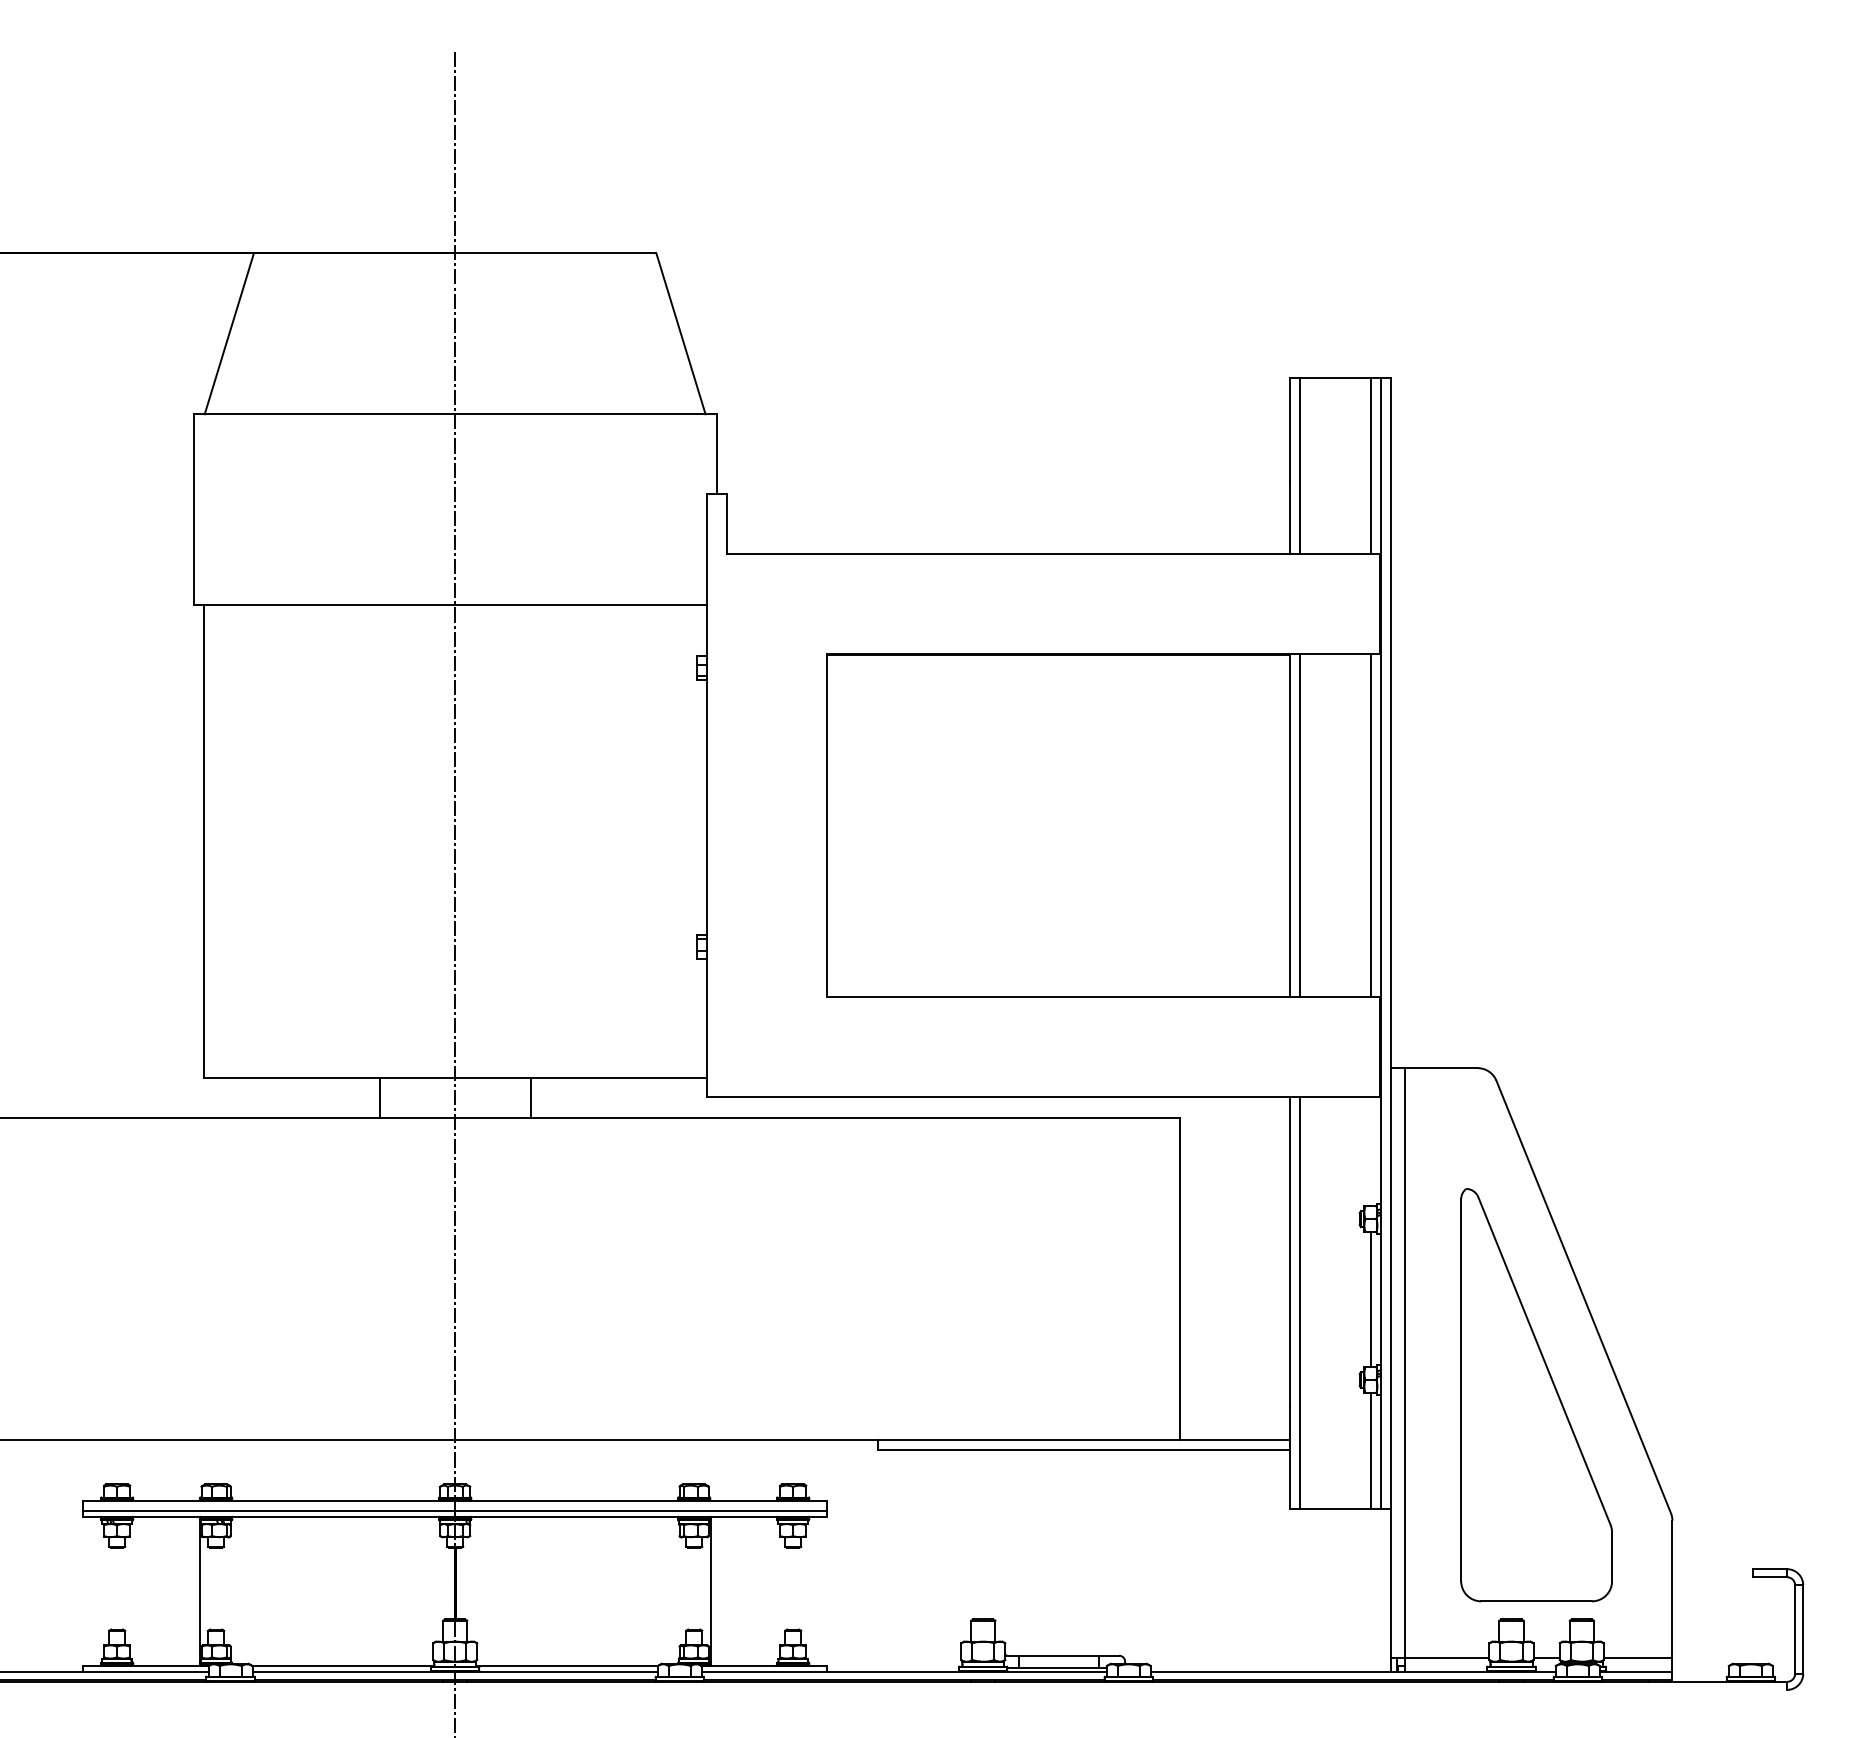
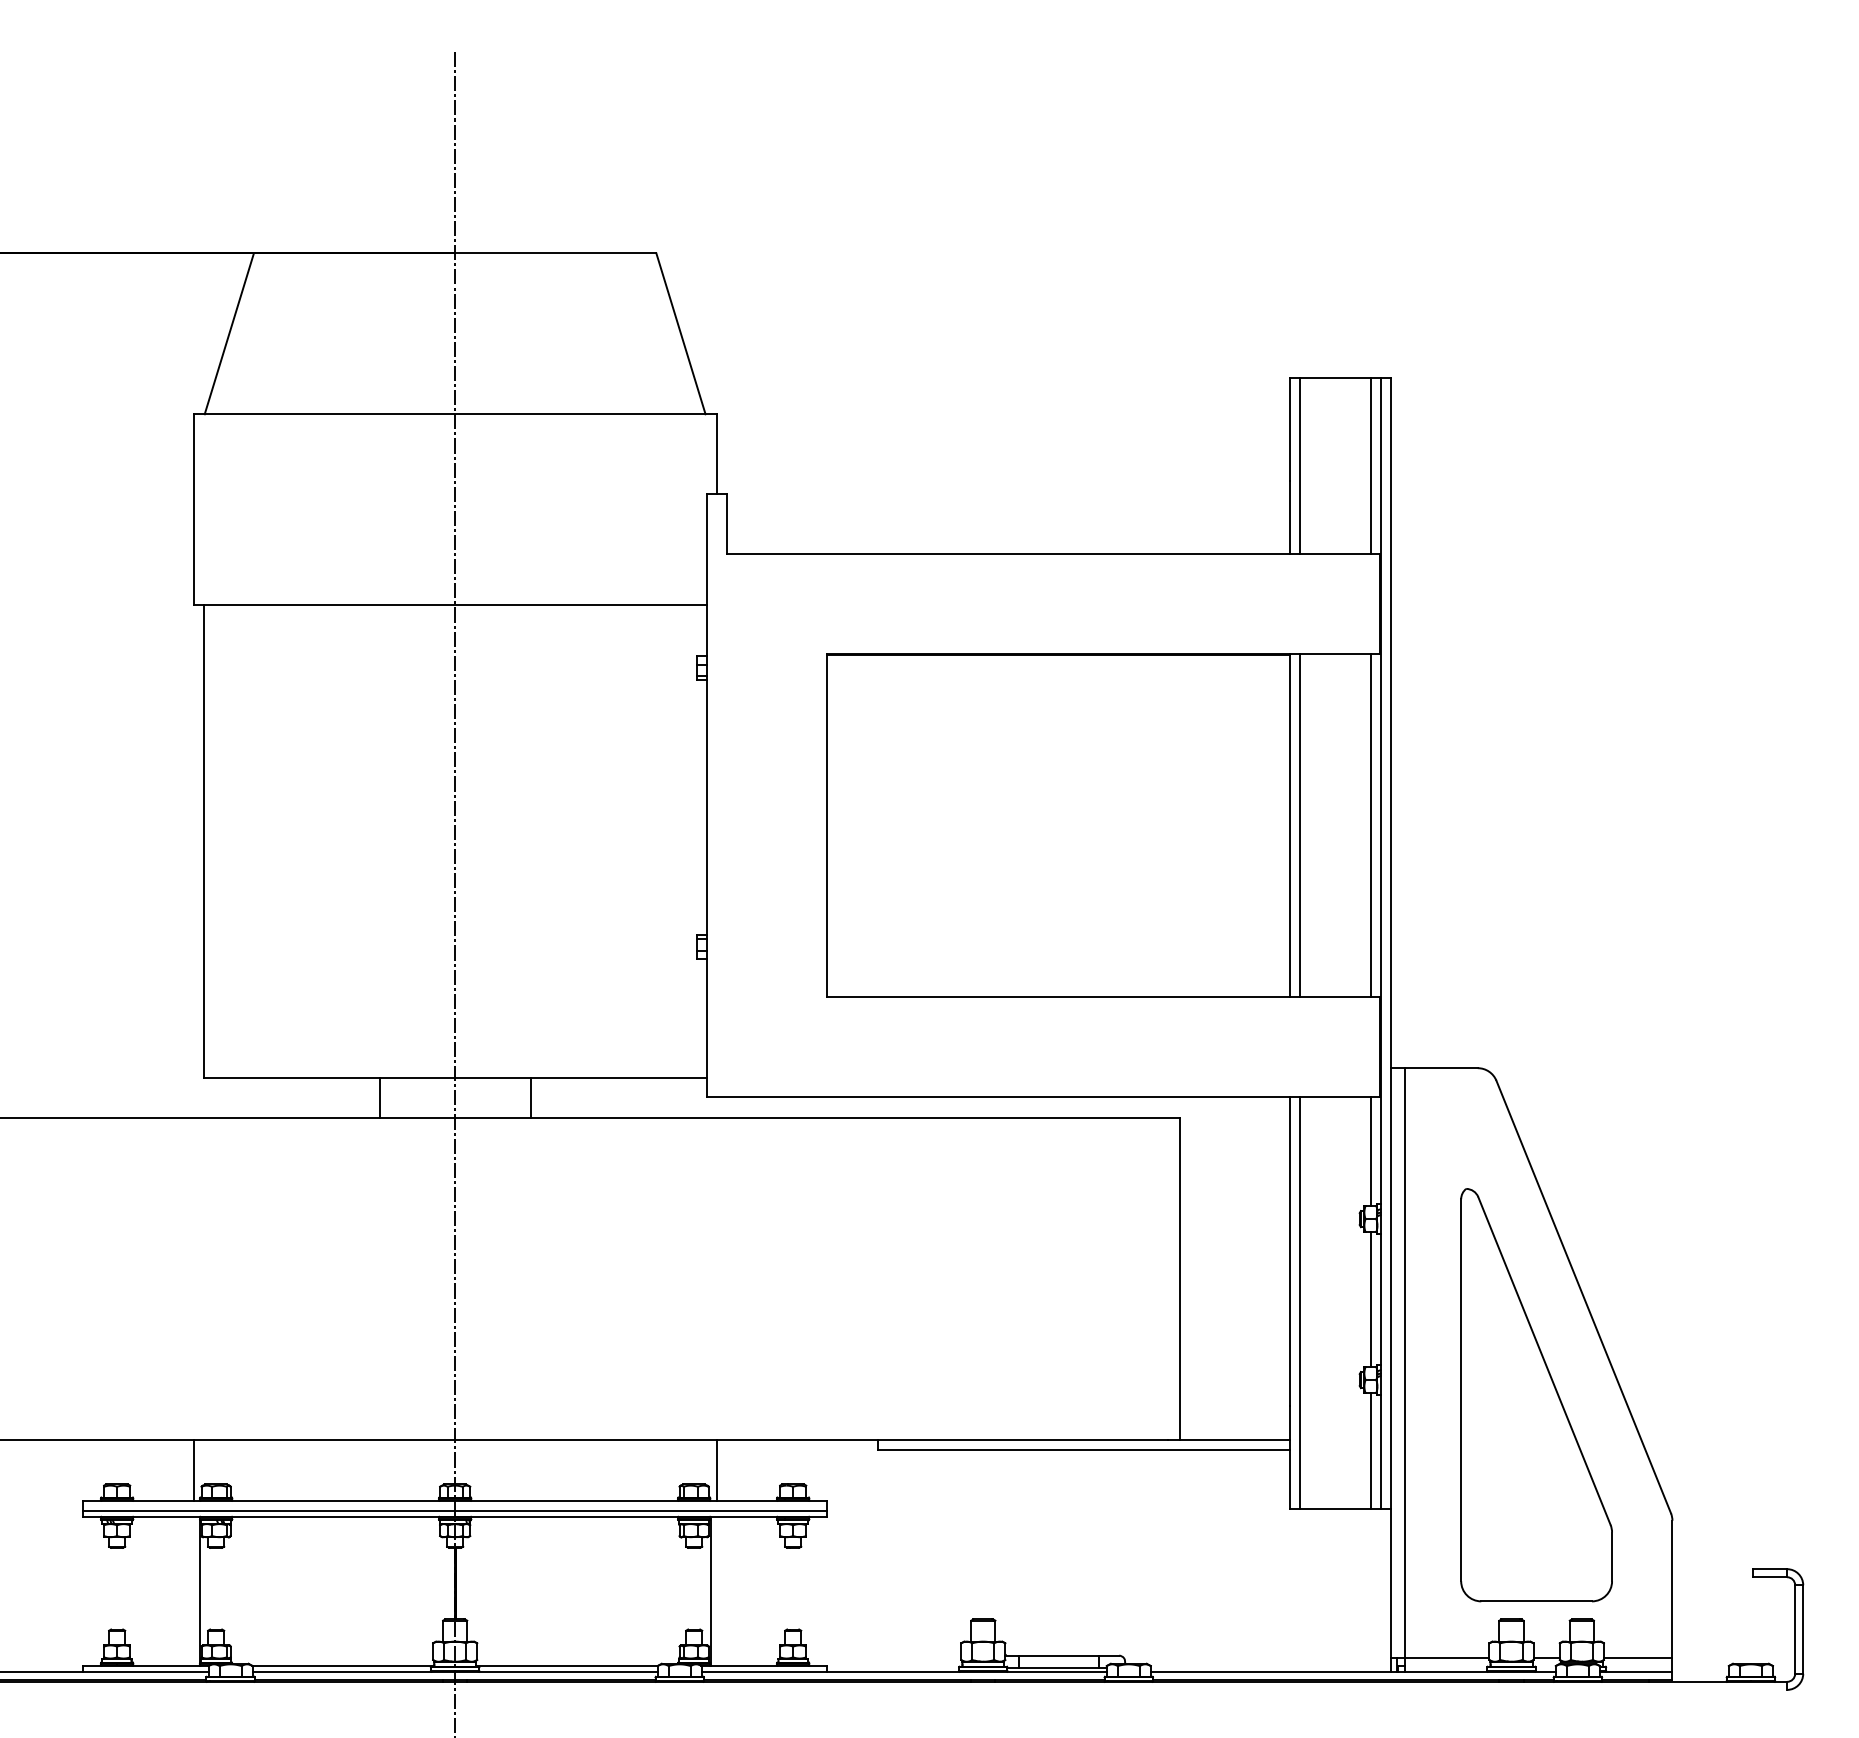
line at (1370, 1151): none -> present
line at (193, 1470): none -> present
line at (716, 1470): none -> present
